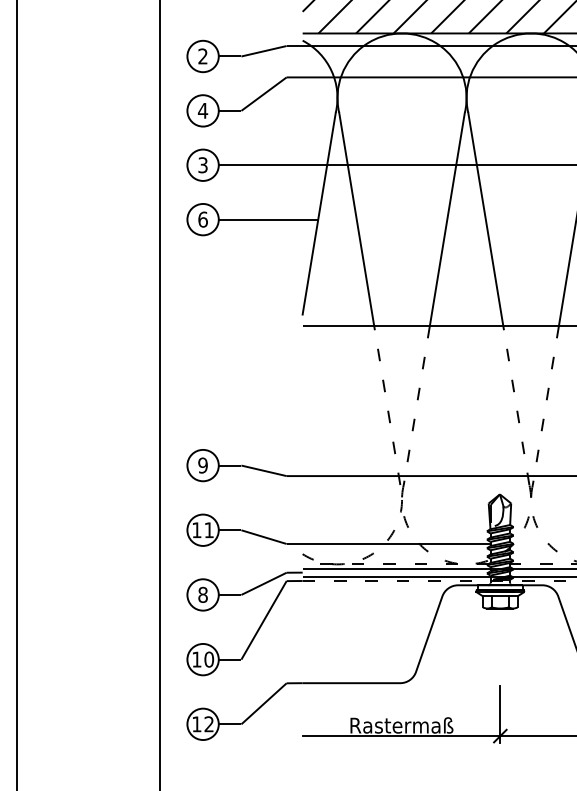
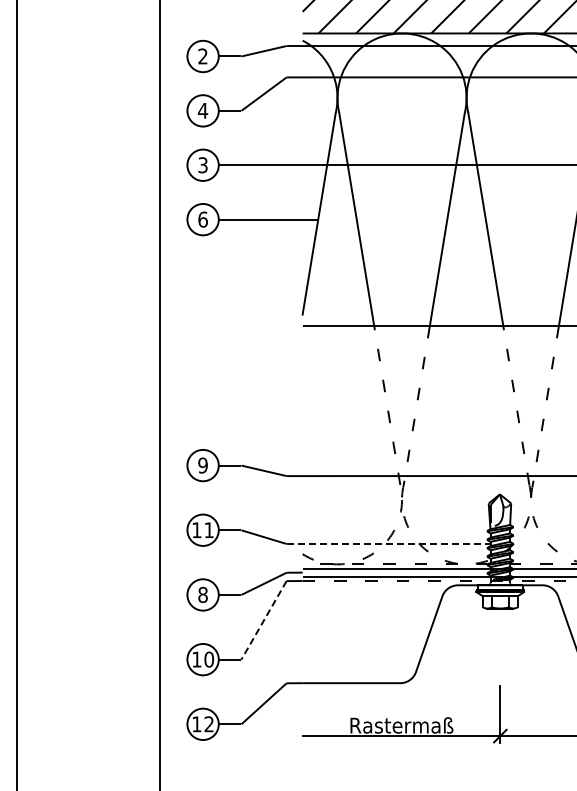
line at (388, 544): solid -> dashed
line at (263, 620): solid -> dashed
